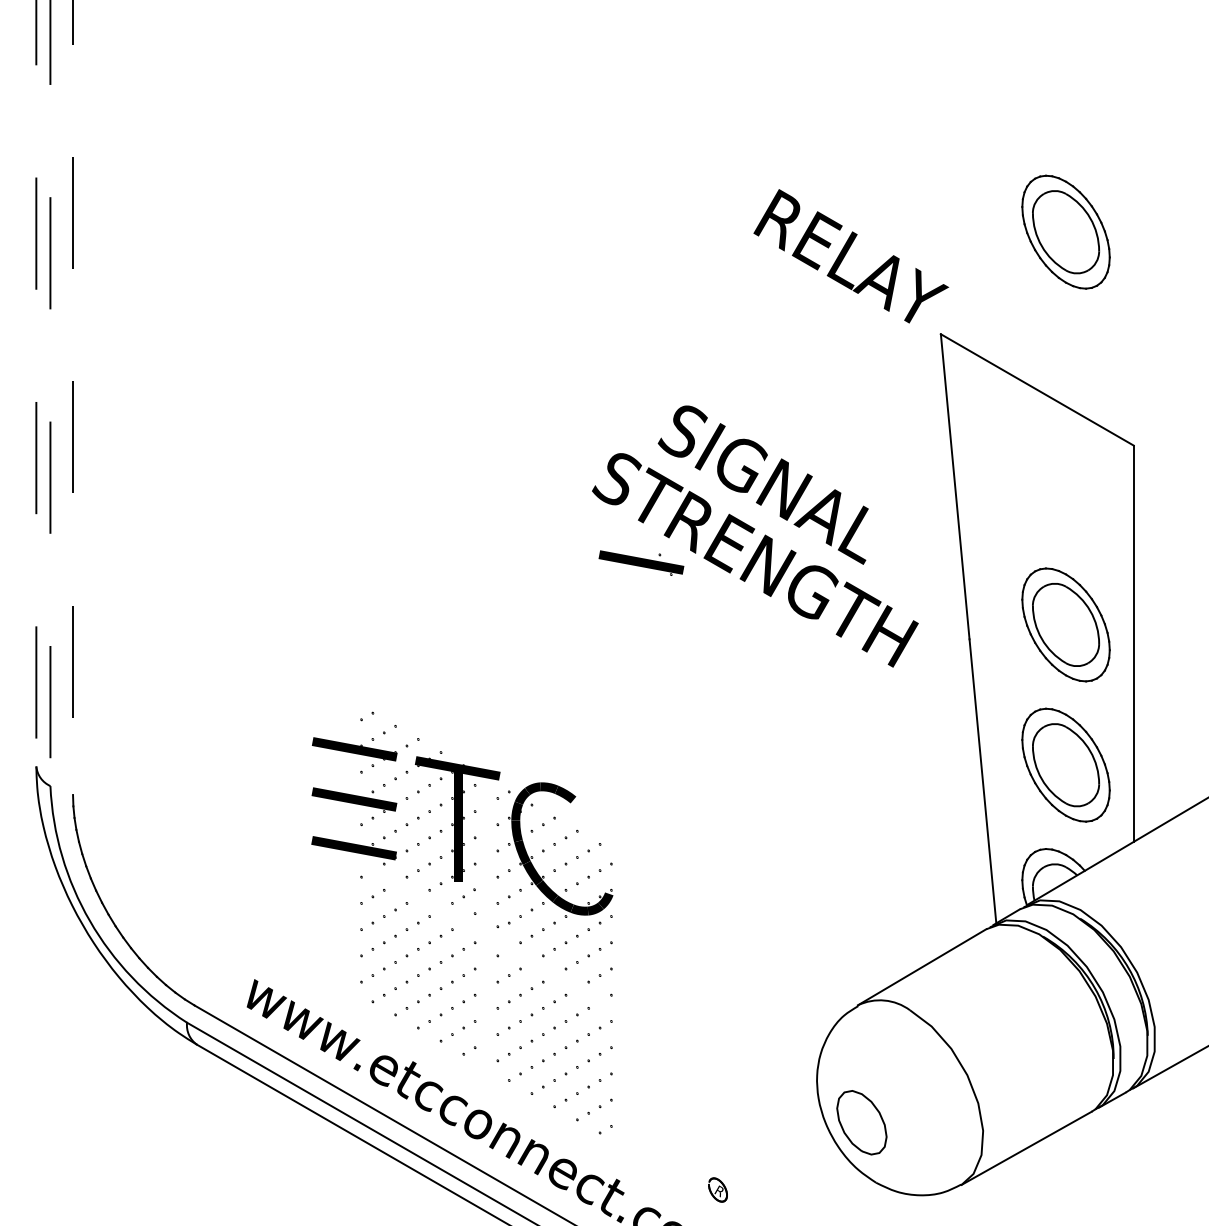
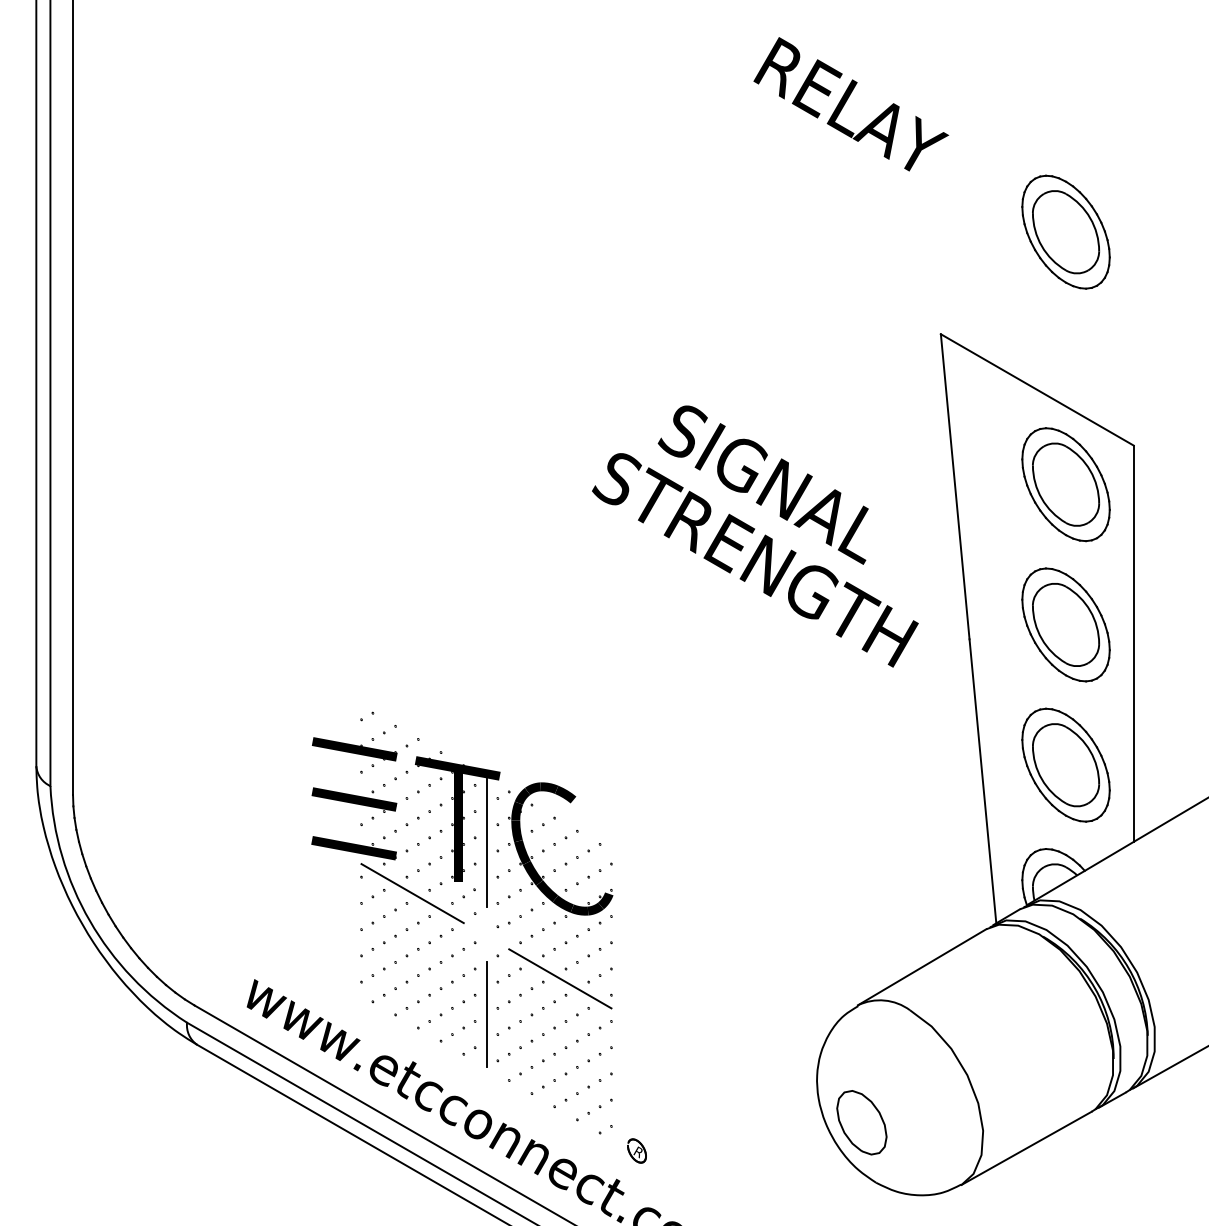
text at (851, 256) position: (851, 256) -> (851, 104)
line at (36, 383): dashed -> solid
line at (50, 393): dashed -> solid
line at (73, 398): dashed -> solid
part at (1065, 484): none -> present
part at (641, 562): present -> none
line at (486, 842): none -> present
line at (412, 893): none -> present
line at (560, 978): none -> present
line at (486, 1014): none -> present
part at (717, 1189) position: (717, 1189) -> (636, 1150)
